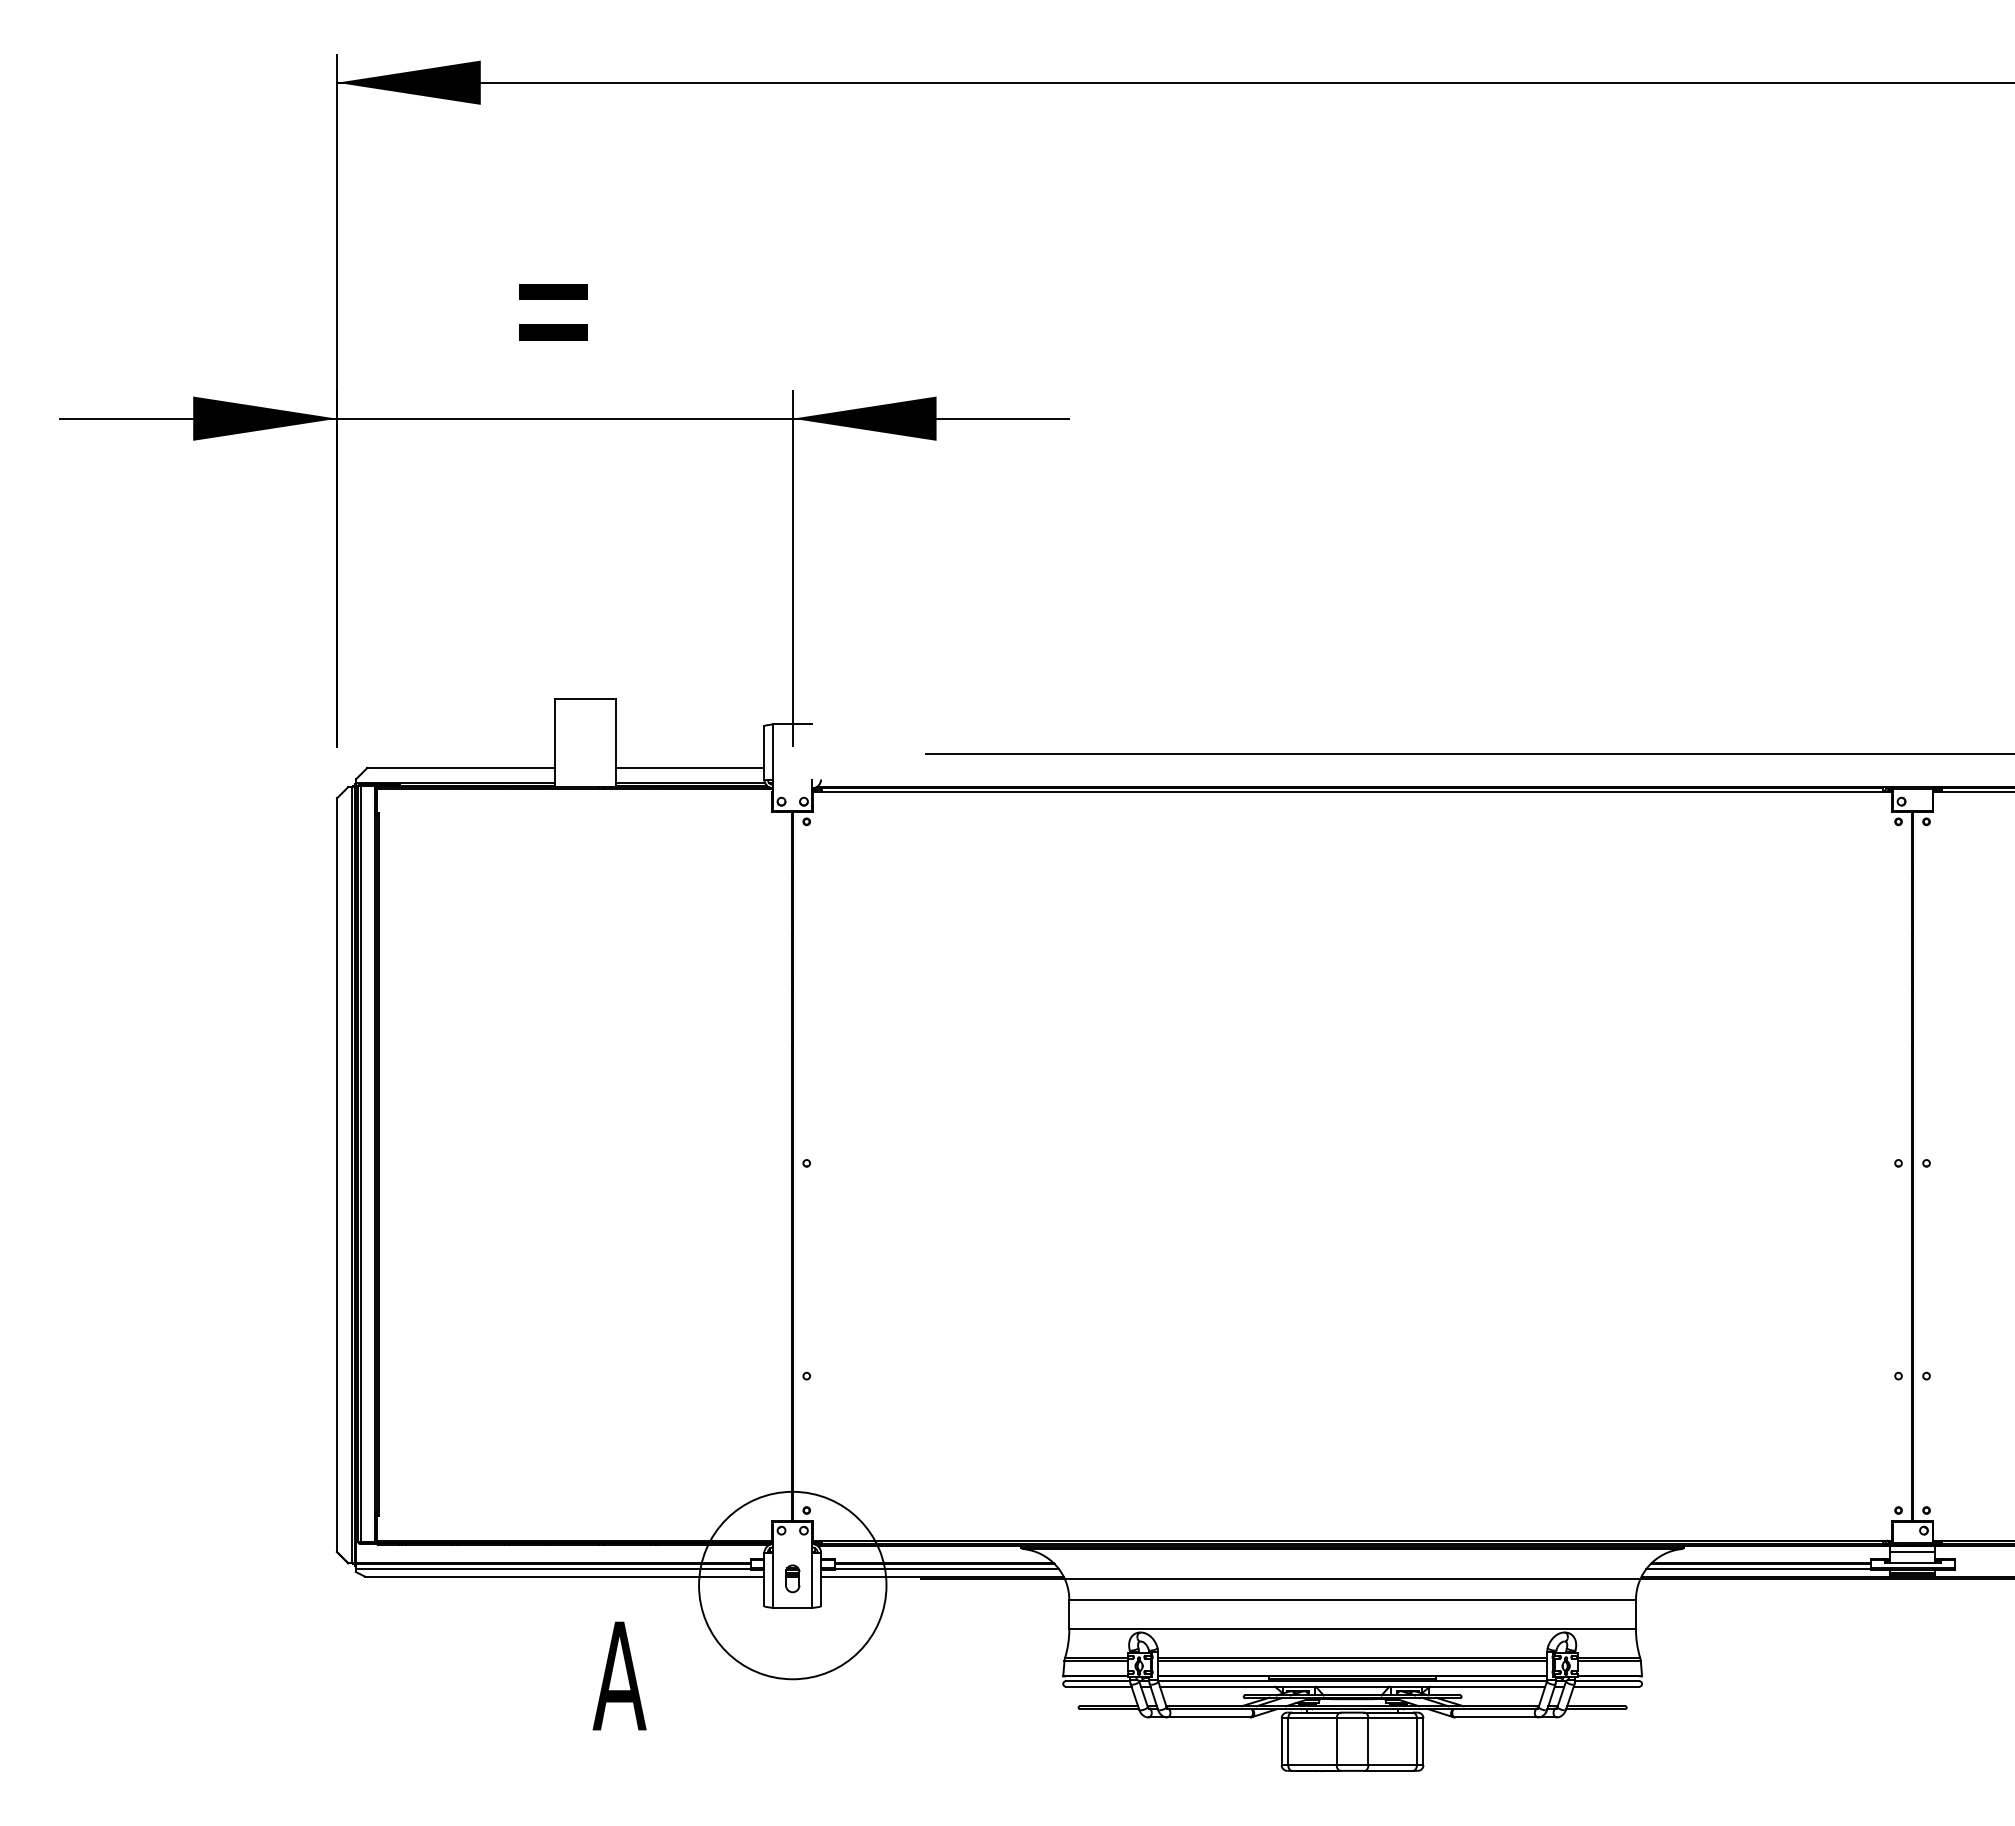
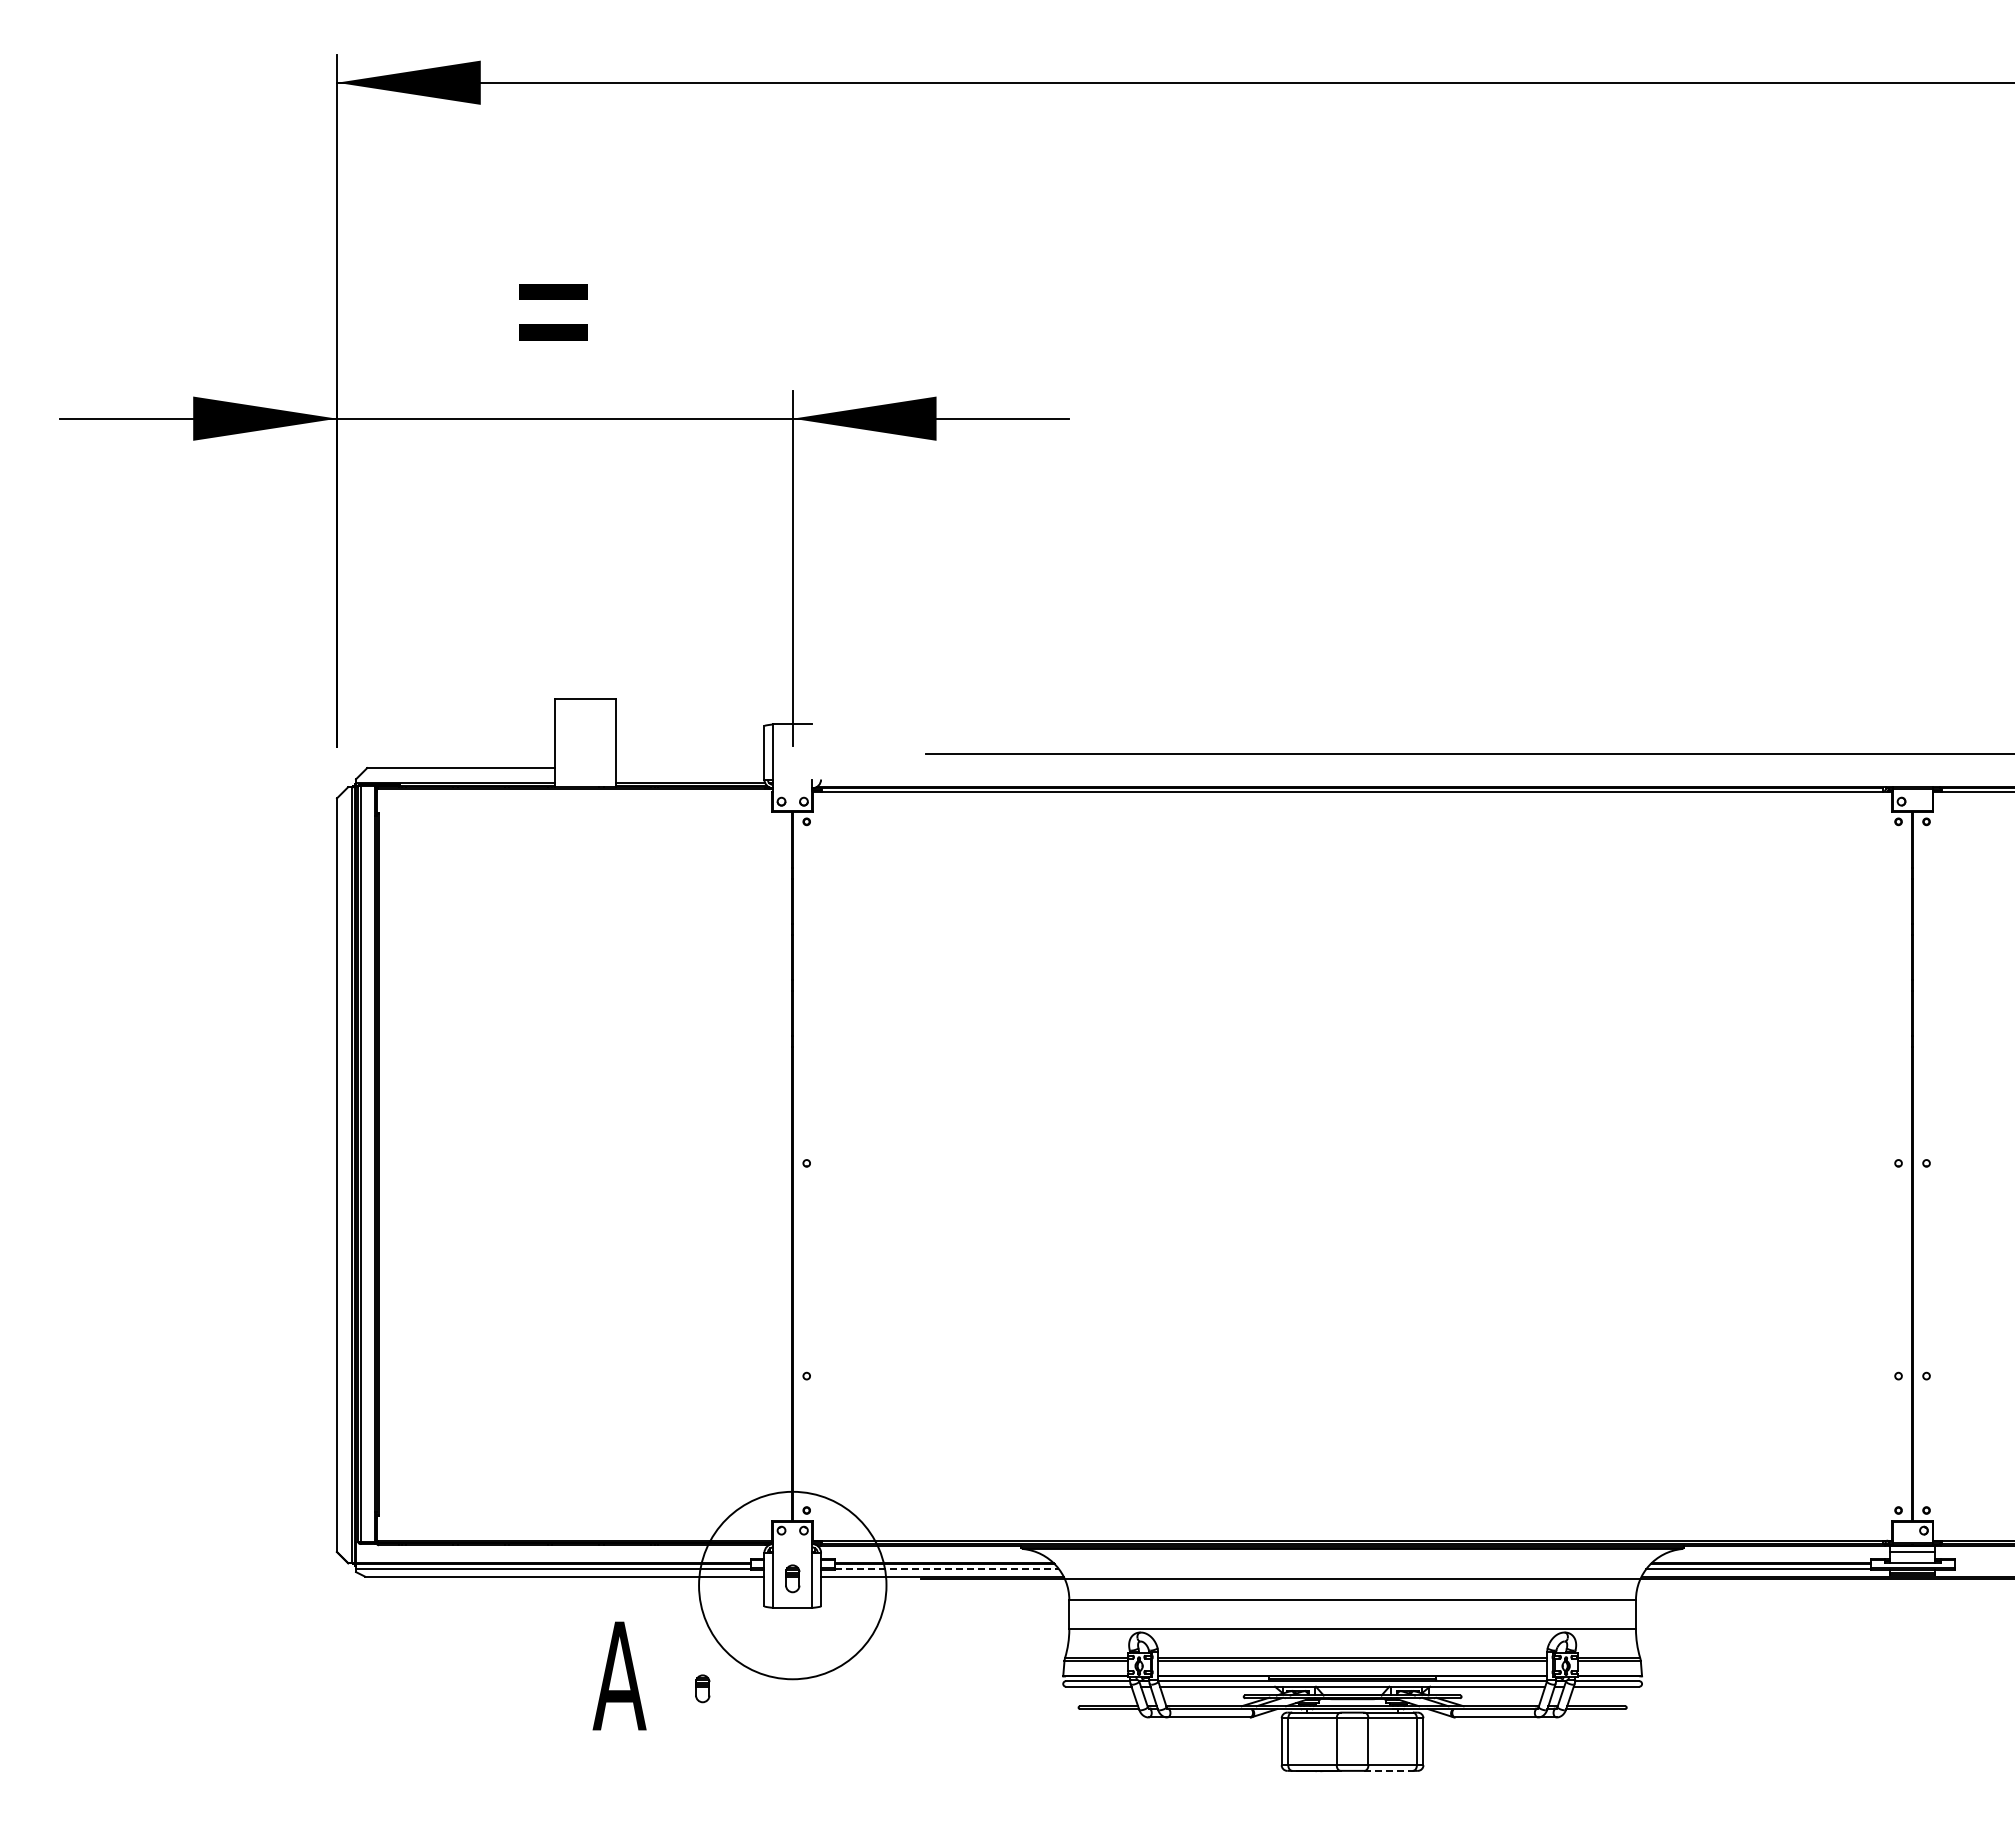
line at (689, 768): present -> none
line at (947, 1569): solid -> dashed
part at (702, 1688): none -> present
line at (1389, 1770): solid -> dashed
